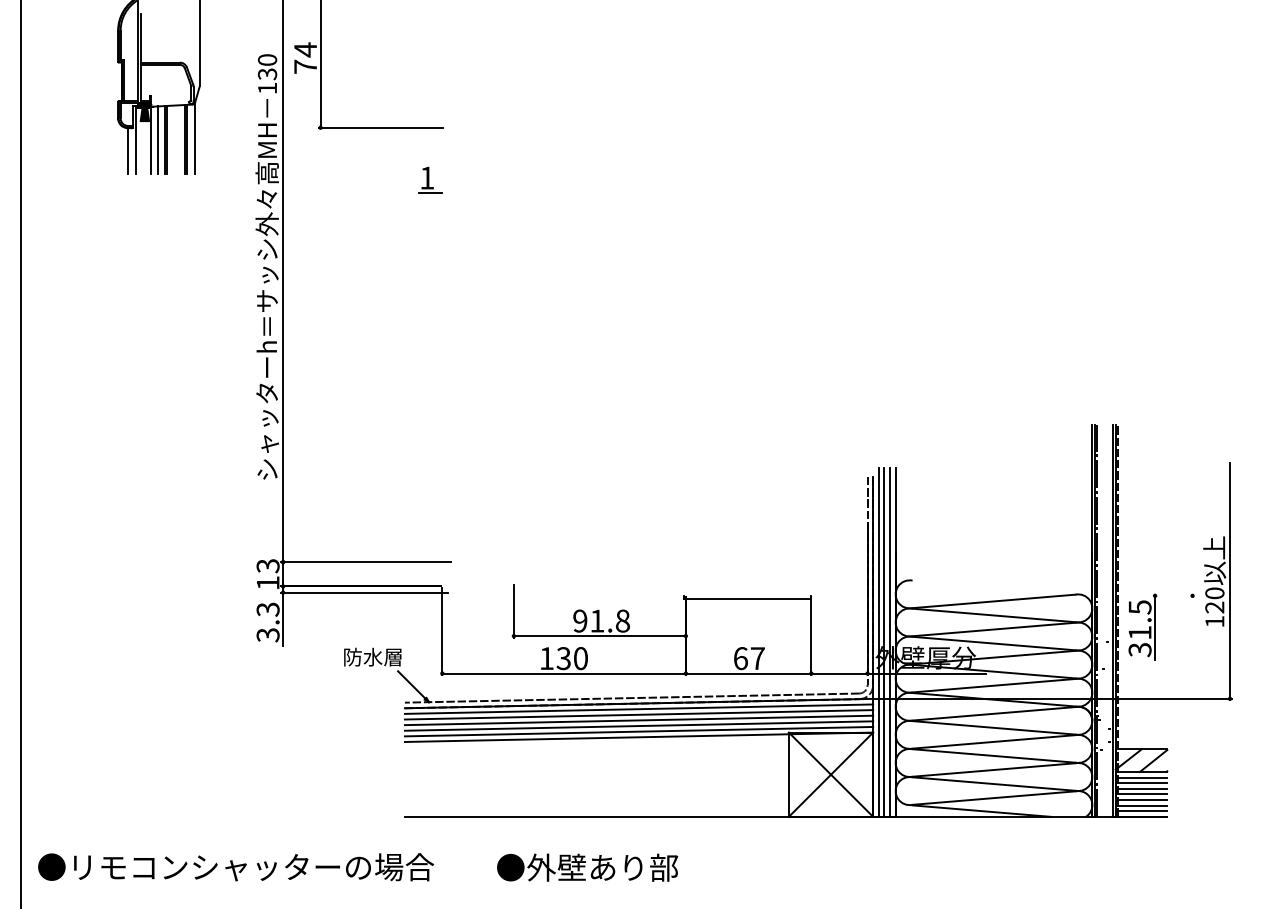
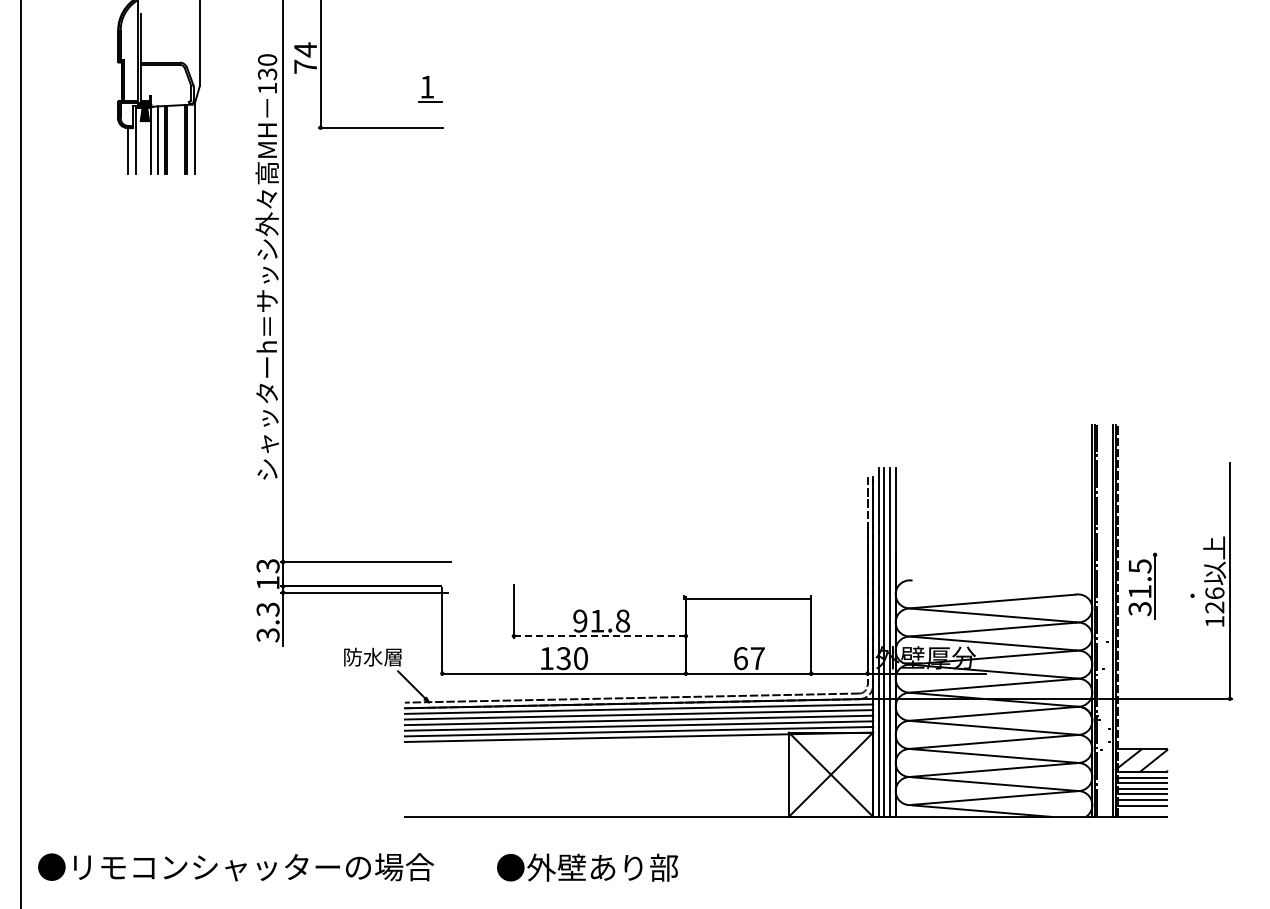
part at (430, 180) position: (430, 180) -> (430, 89)
text at (1214, 593): 120 -> 126
part at (1142, 626) position: (1142, 626) -> (1142, 585)
line at (599, 636): solid -> dashed
line at (1141, 811): present -> none
